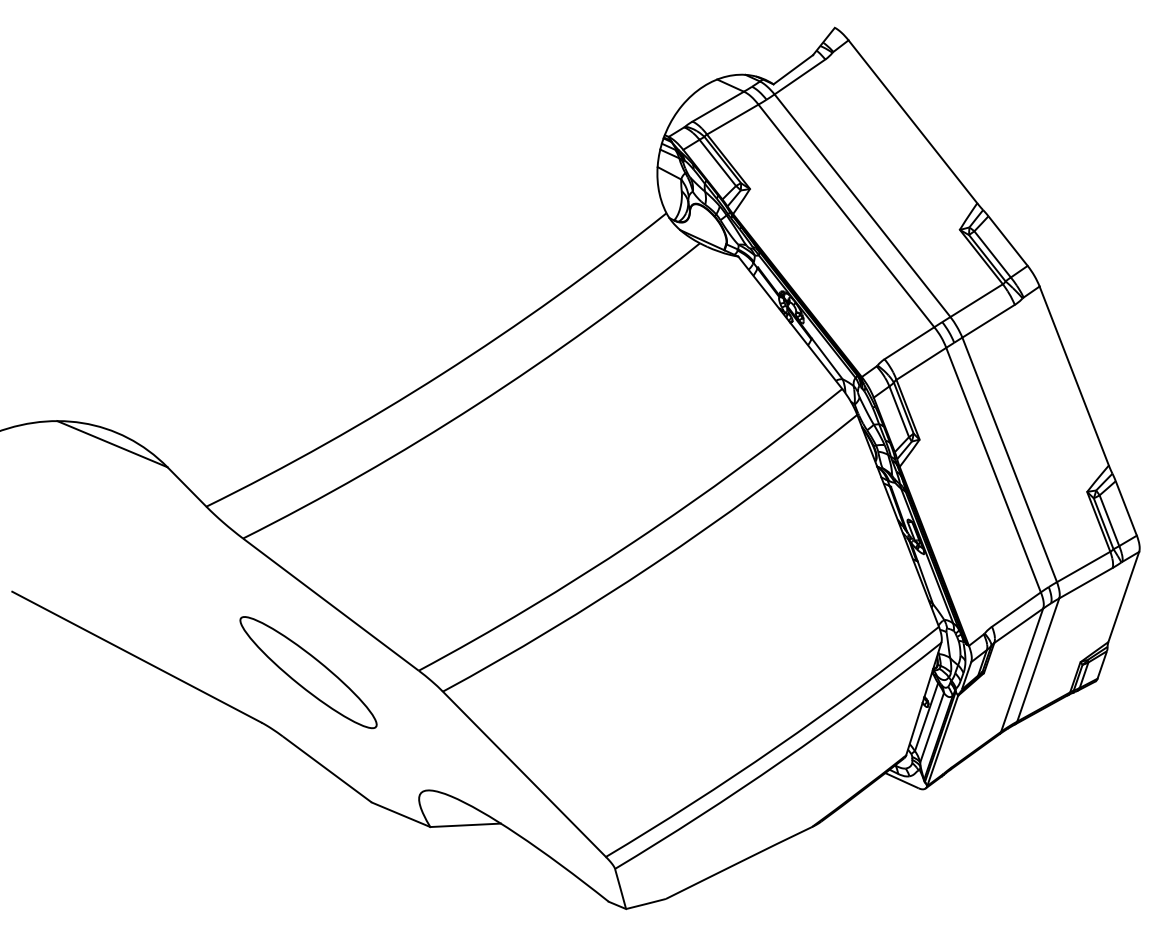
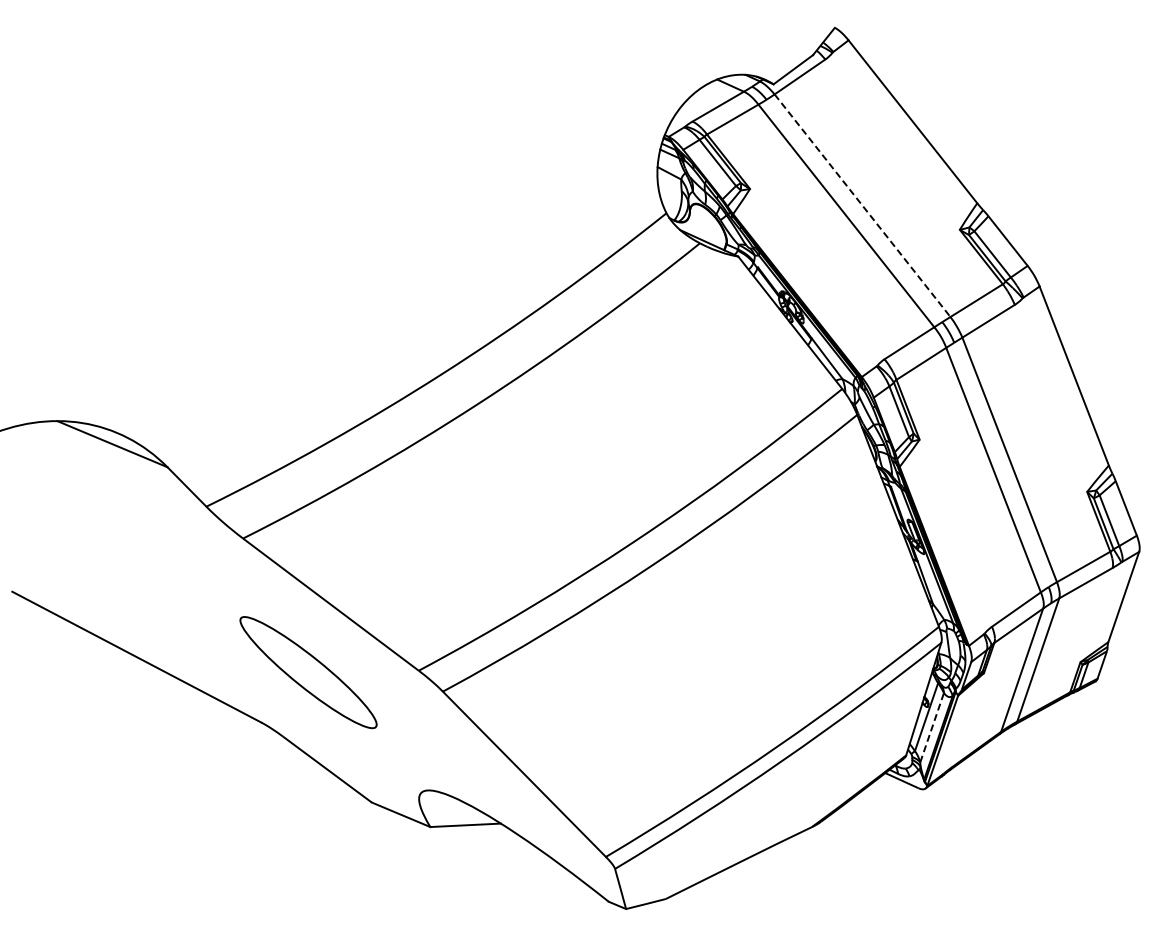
line at (862, 205): solid -> dashed
line at (932, 727): solid -> dashed
